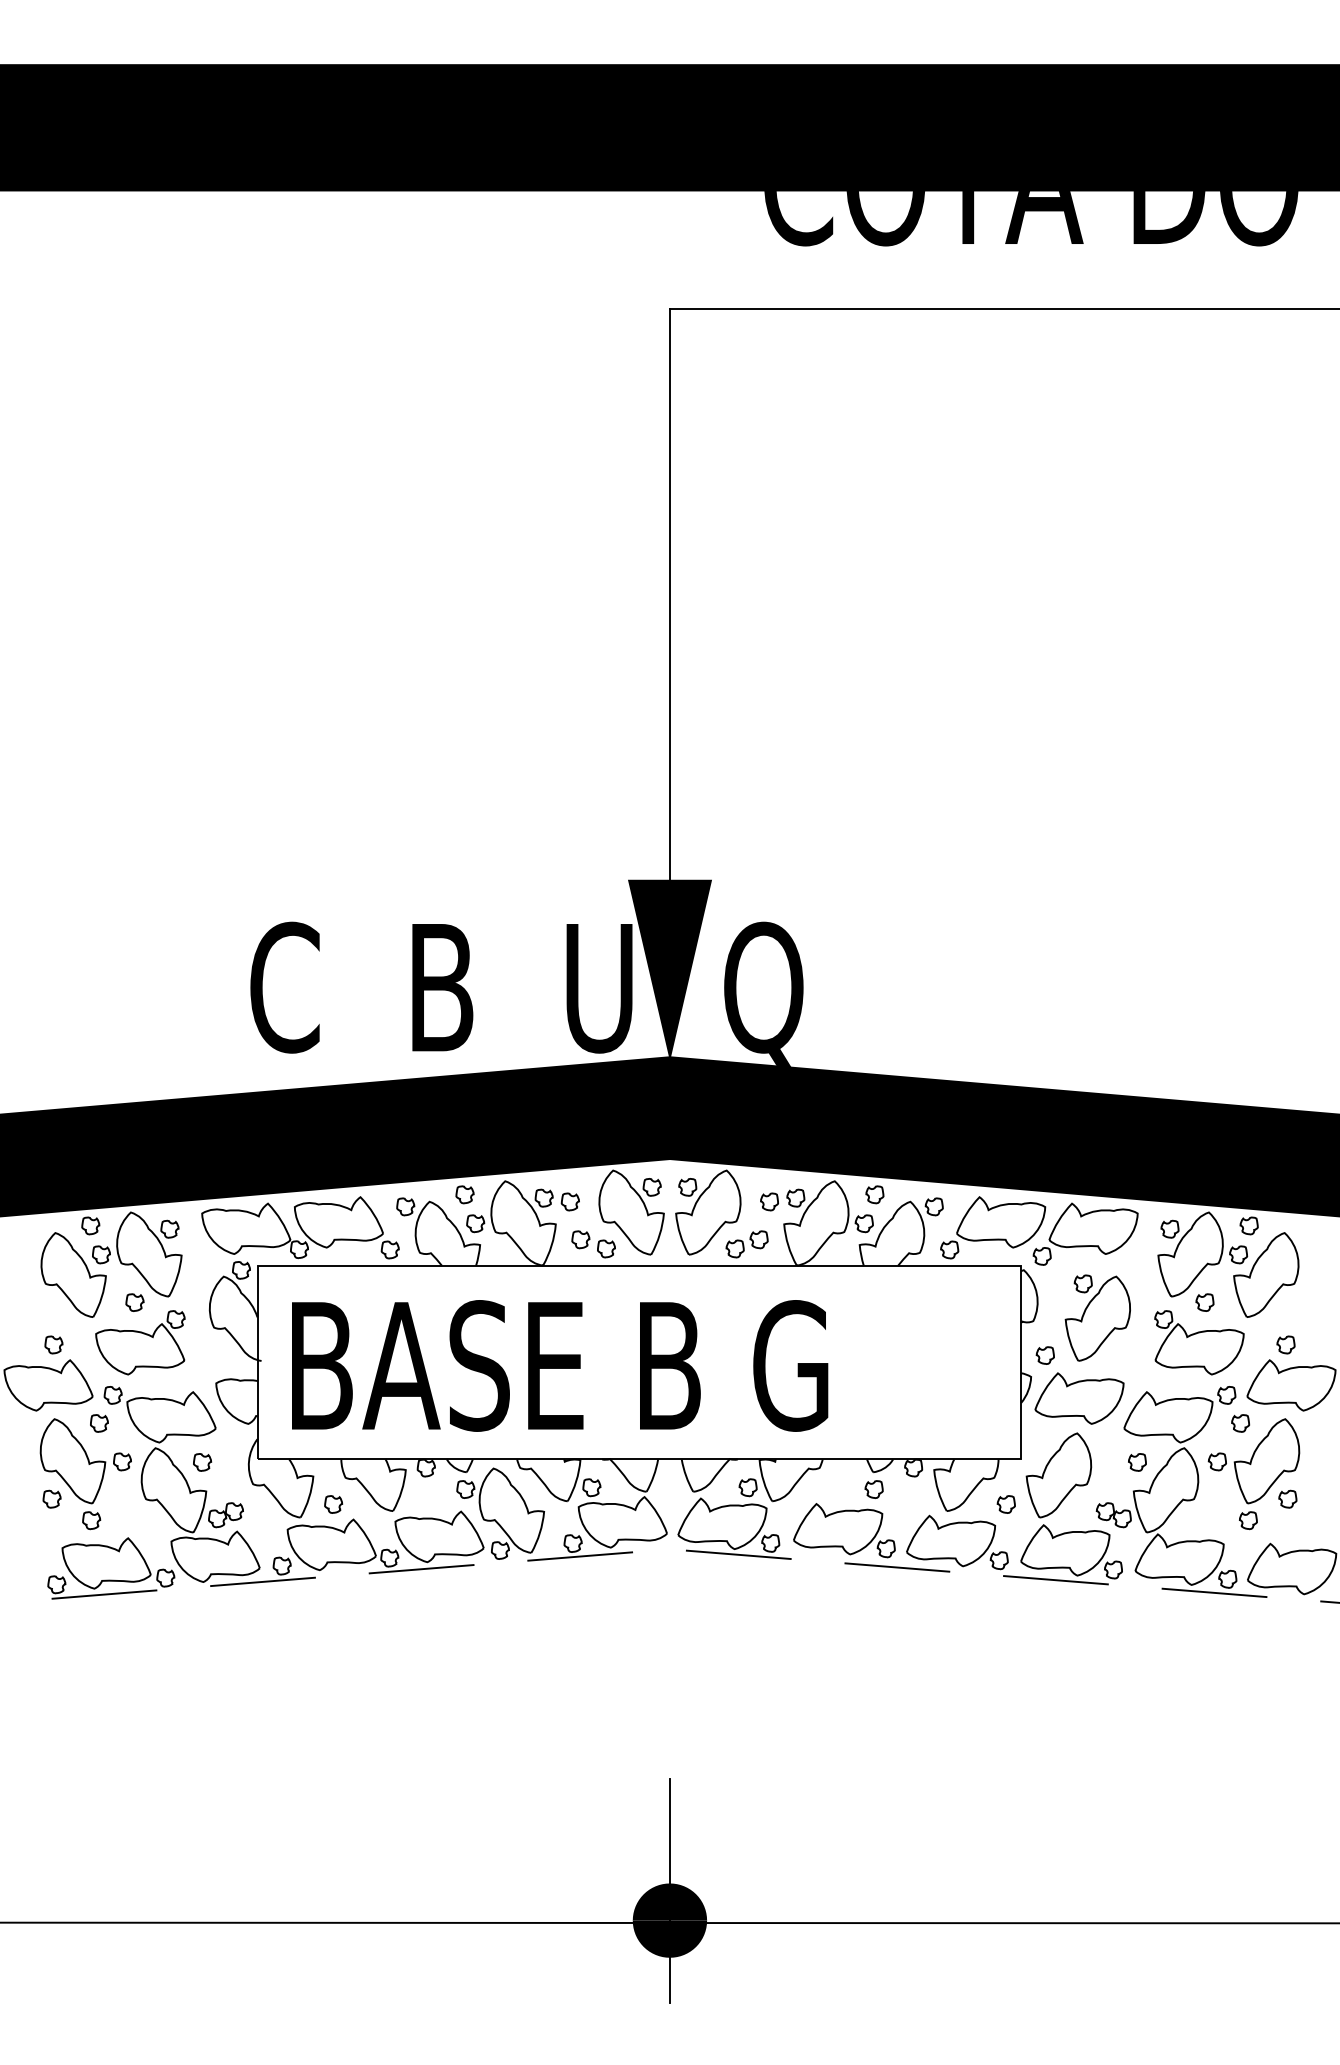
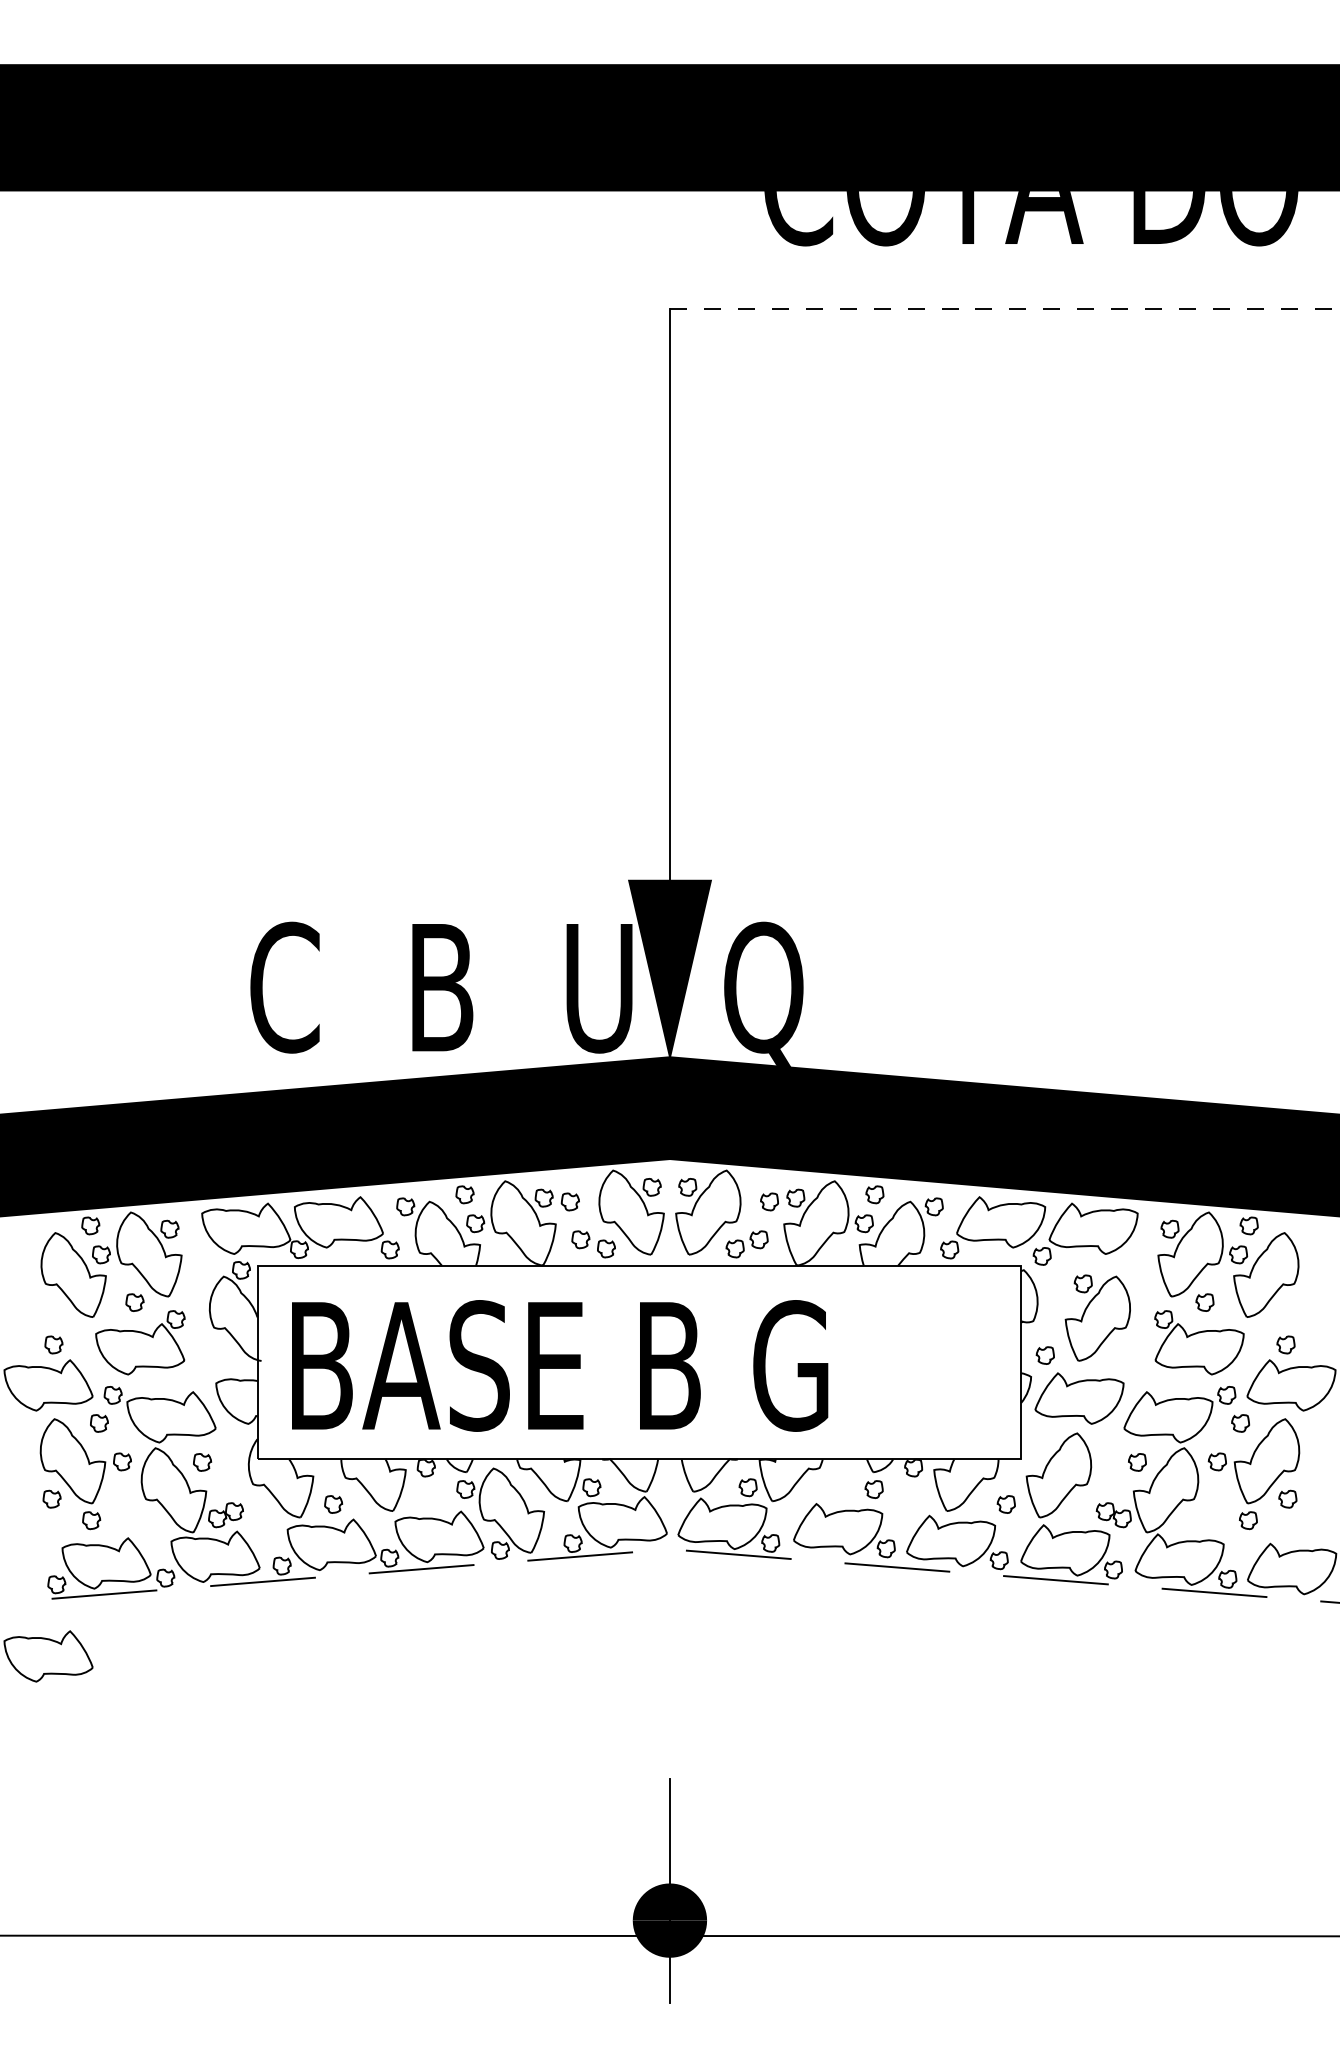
line at (1004, 309): solid -> dashed
part at (48, 1656): none -> present
line at (669, 1922) position: (669, 1922) -> (669, 1935)
